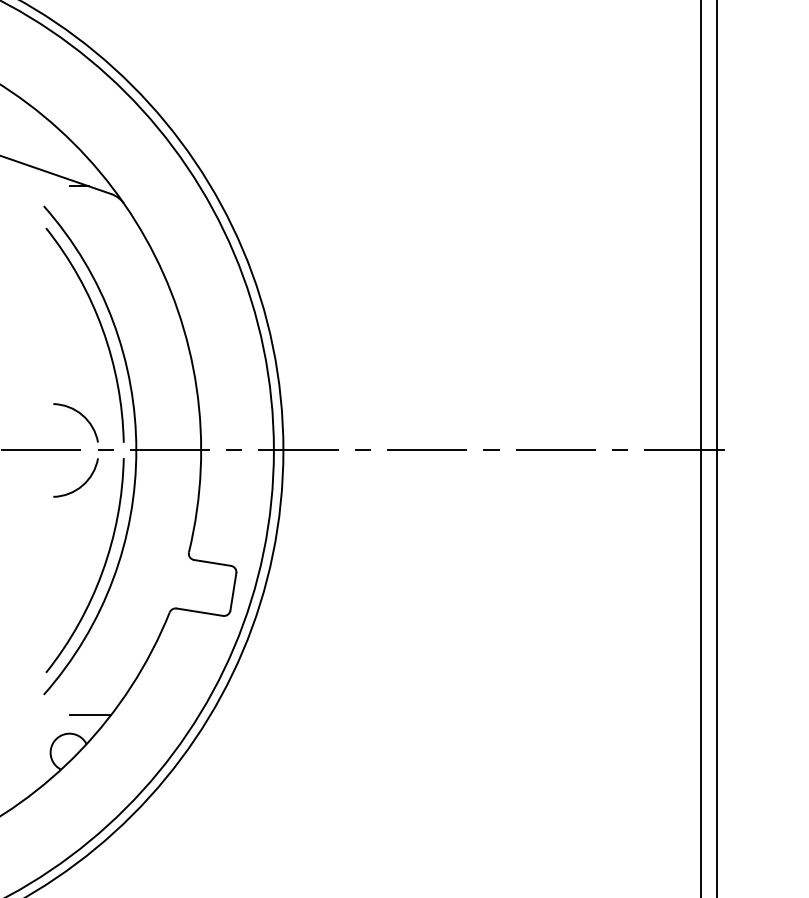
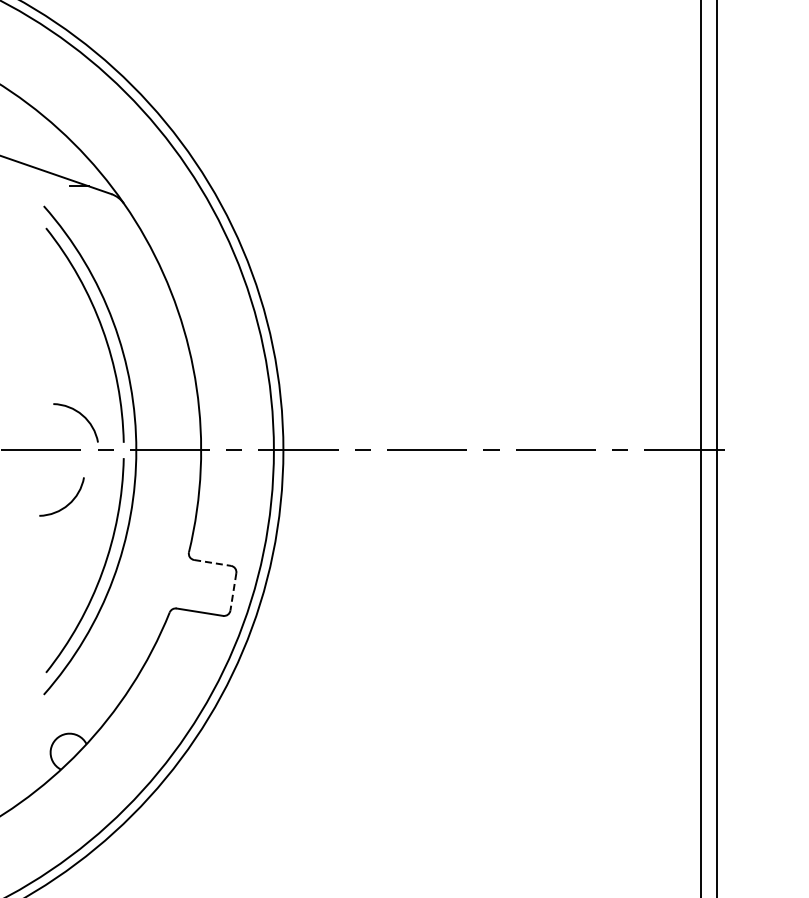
arc at (79, 486) position: (79, 486) -> (65, 505)
line at (212, 562): solid -> dashed
line at (233, 592): solid -> dashed
line at (90, 714): present -> none
